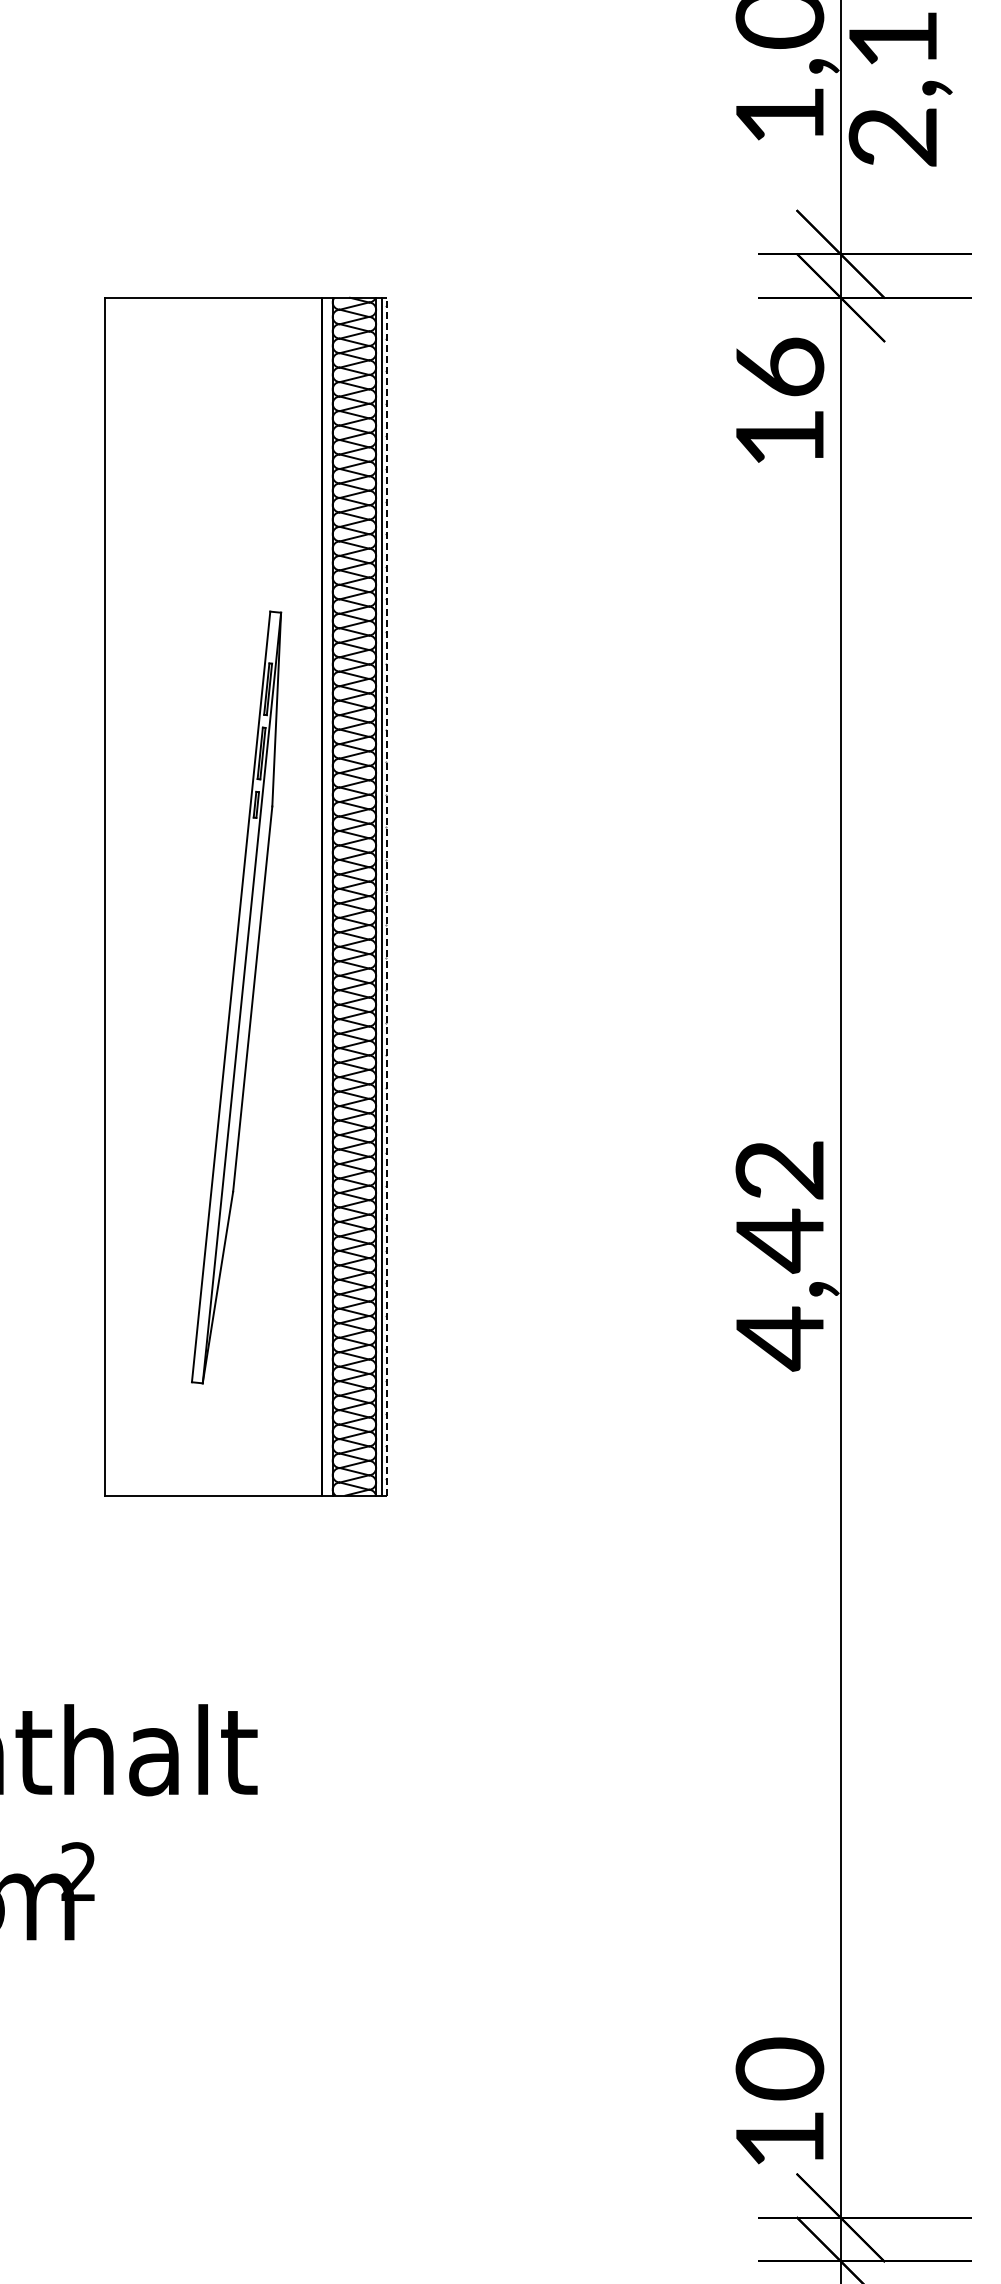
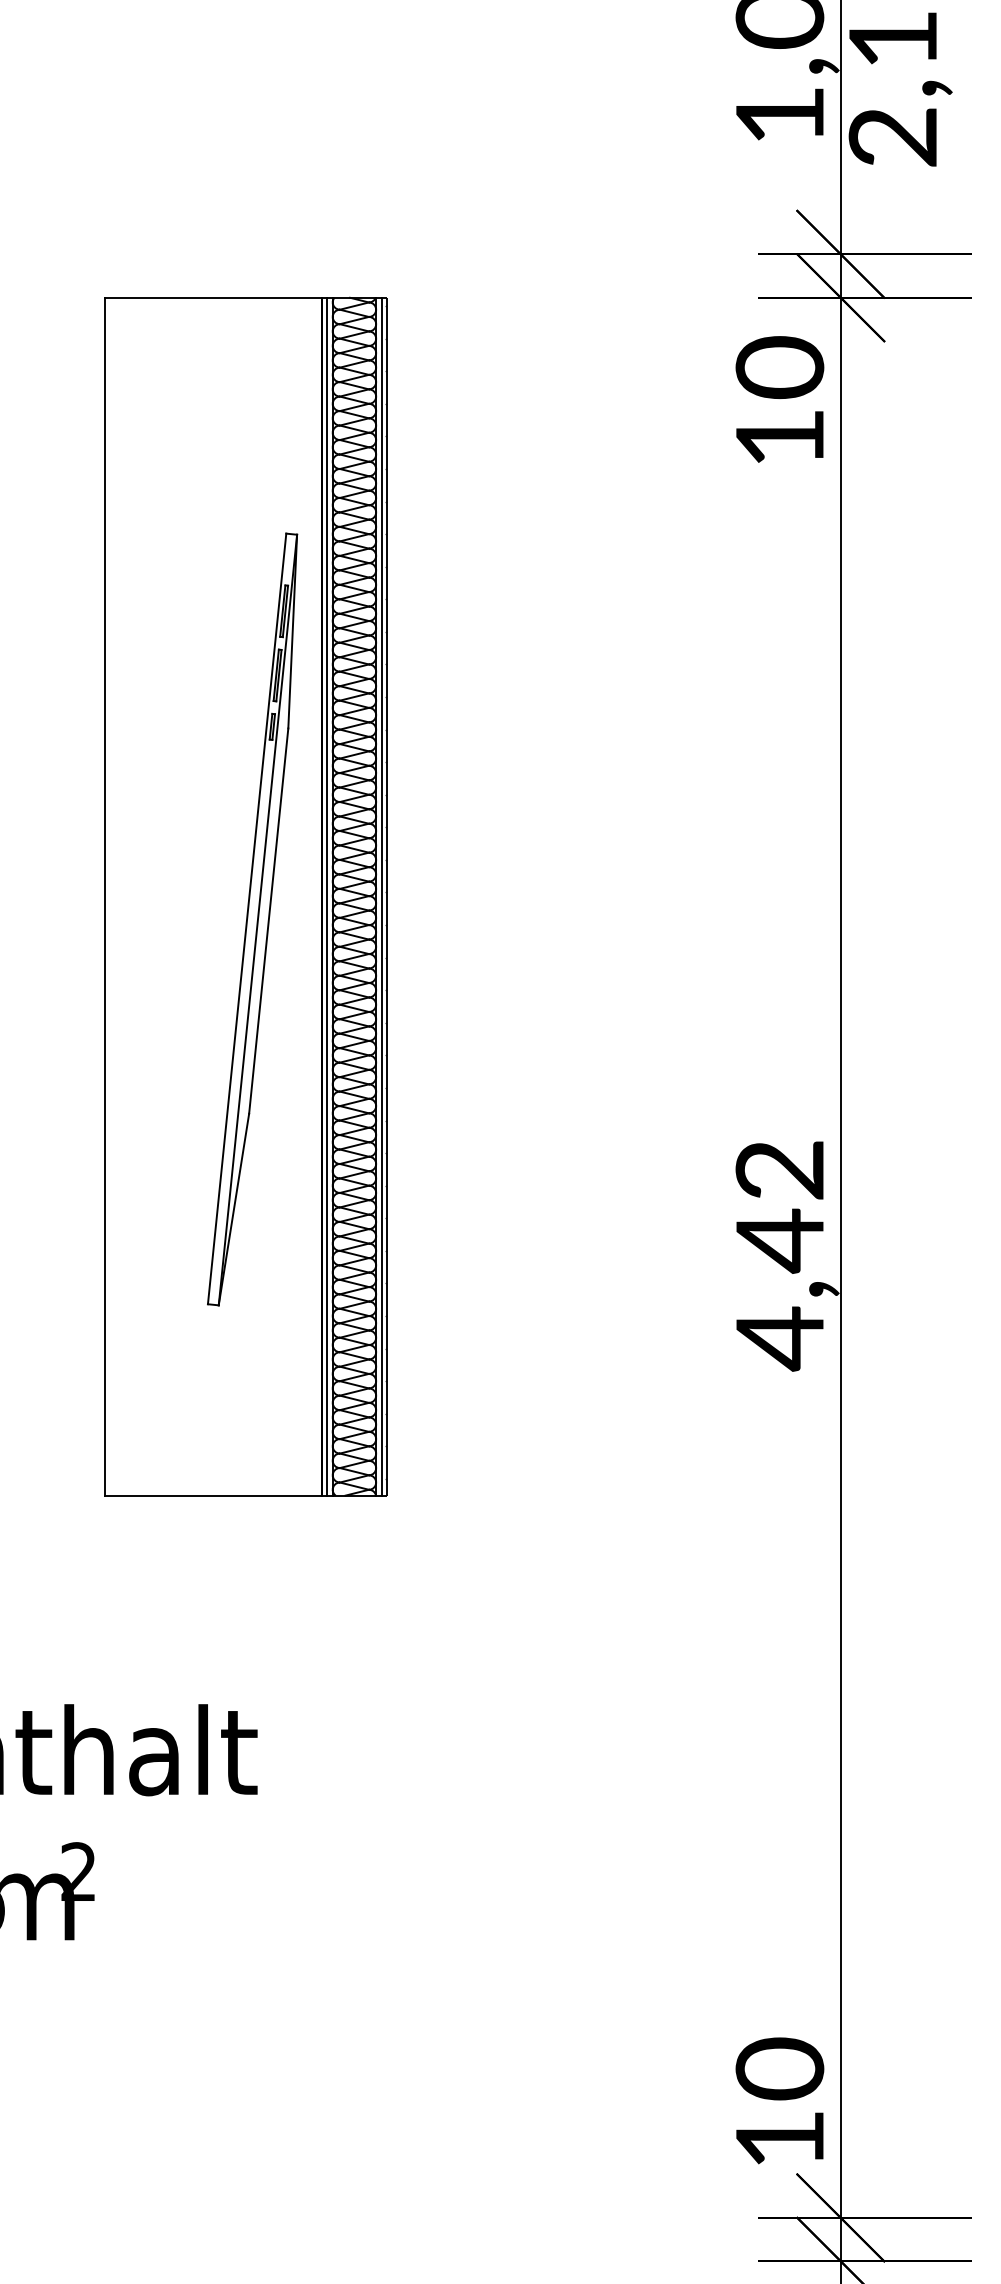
text at (779, 367): 16 -> 10
line at (327, 896): none -> present
line at (387, 896): dashed -> solid
part at (236, 997) position: (236, 997) -> (252, 919)
